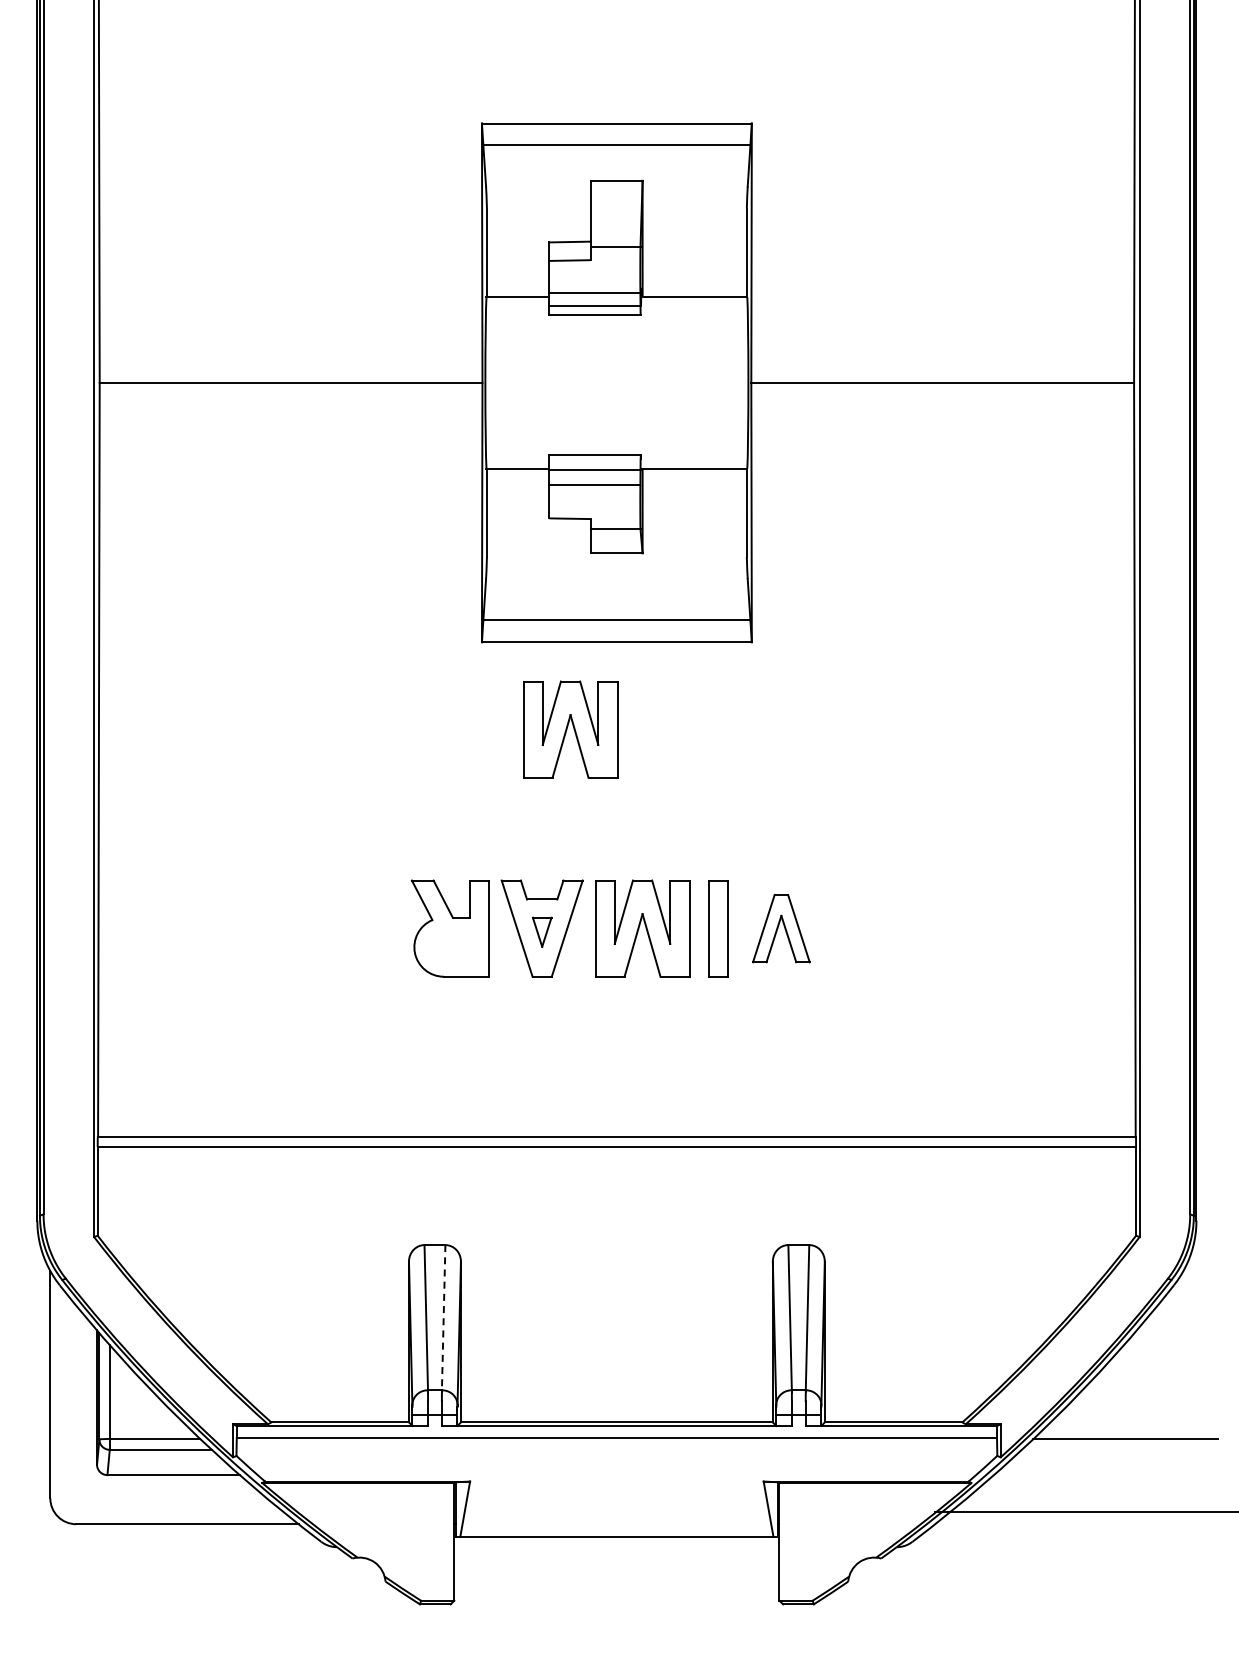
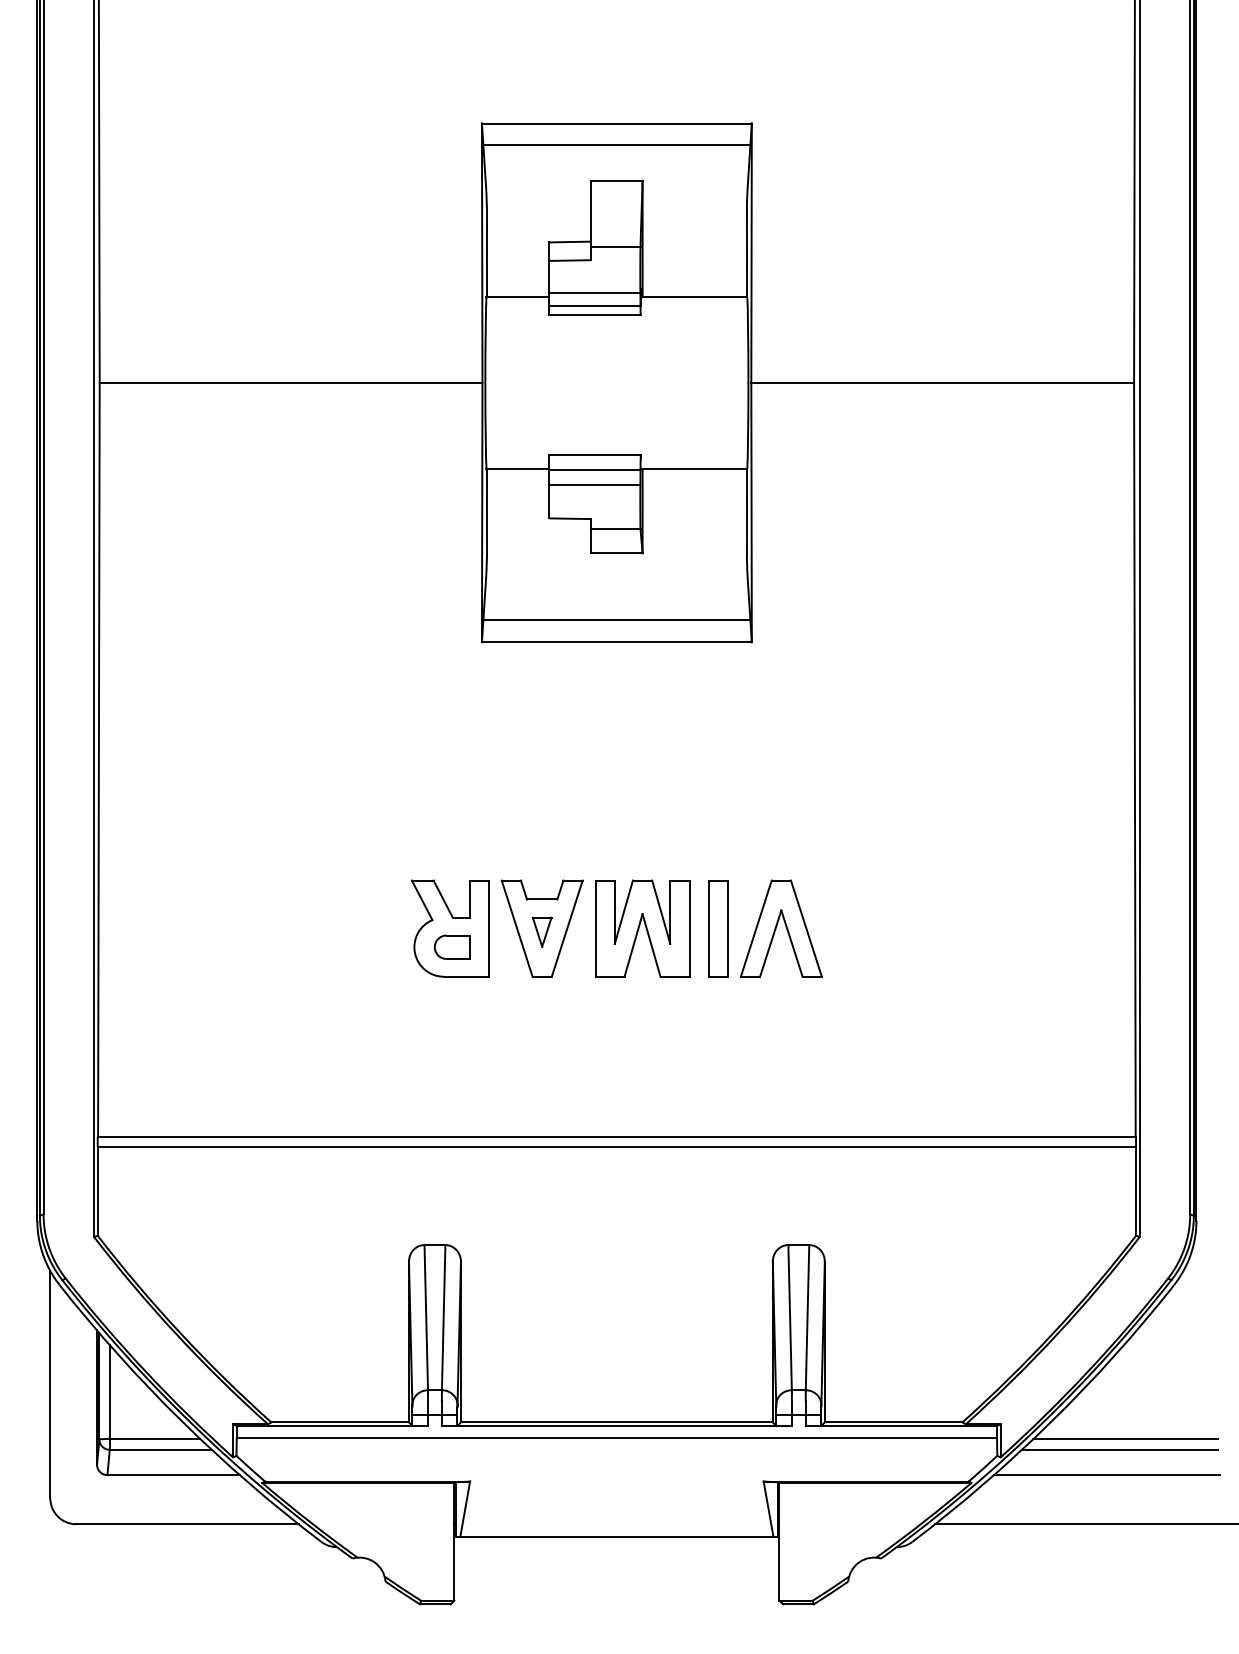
part at (570, 729): present -> none
part at (781, 928) size: 59x70 px -> 83x99 px
part at (451, 946): none -> present
line at (443, 1317): dashed -> solid
line at (1119, 1449): none -> present
line at (1106, 1475): none -> present
line at (1084, 1512) position: (1084, 1512) -> (1084, 1524)
